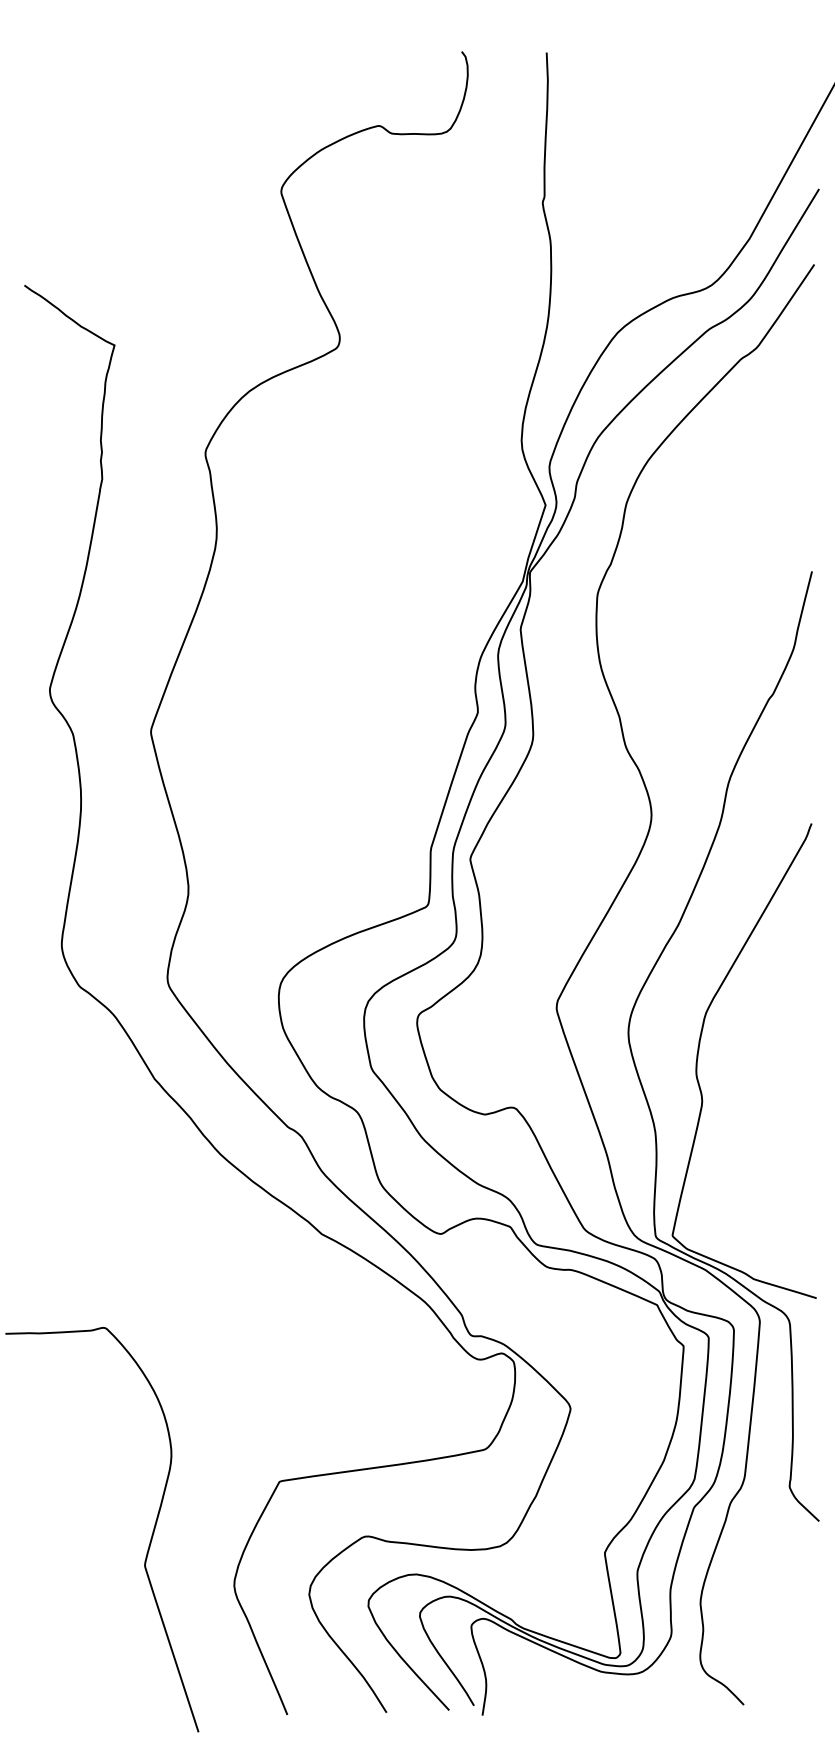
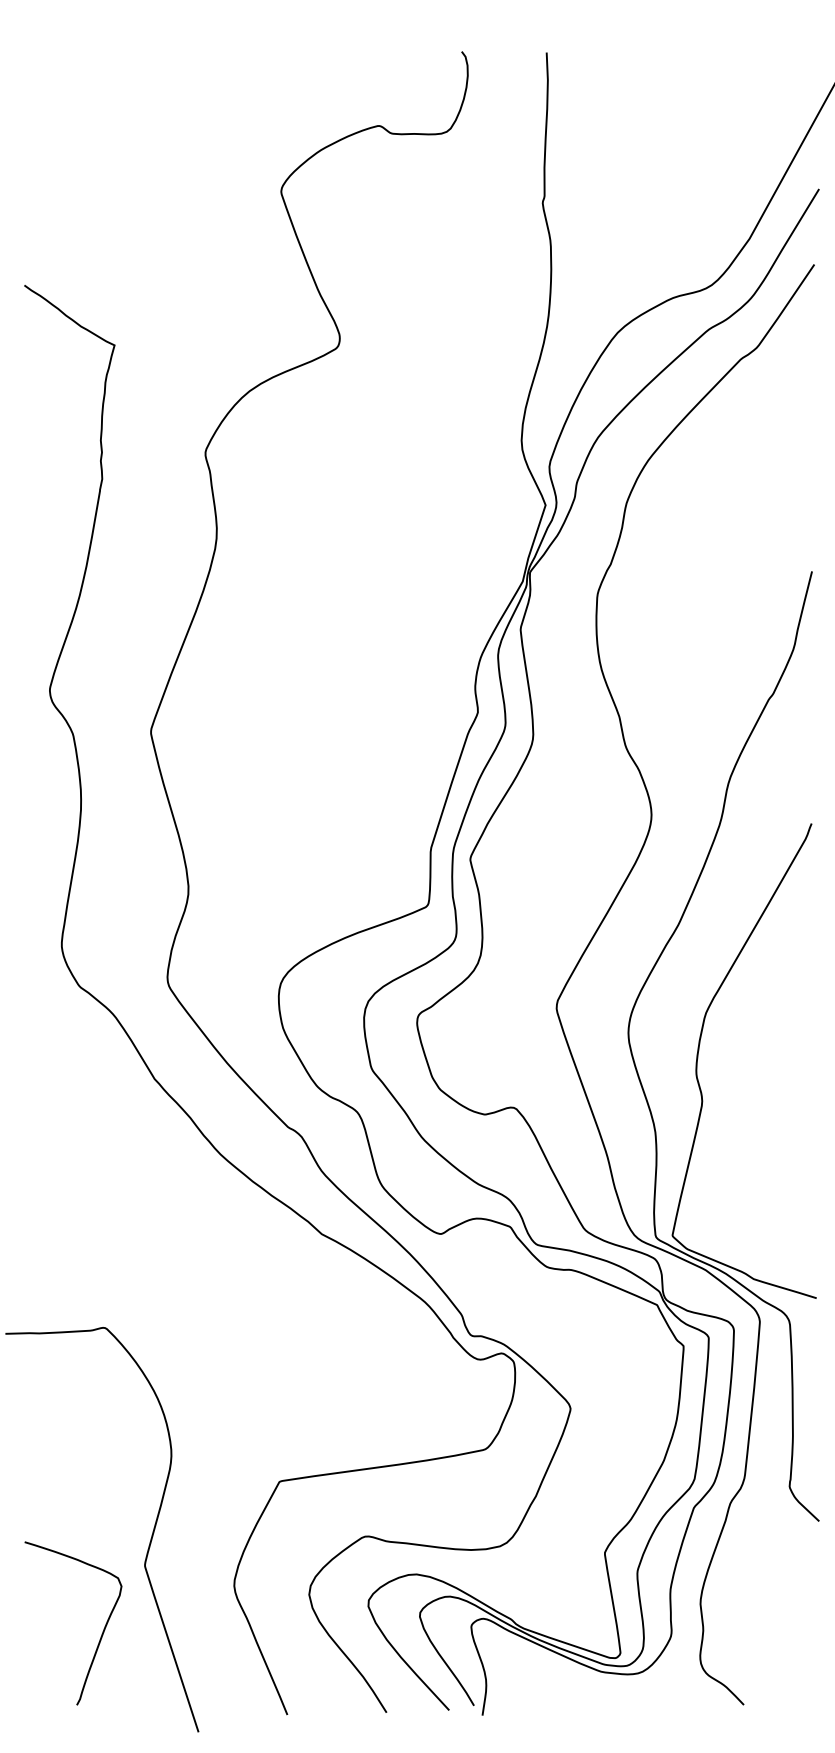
curve at (100, 1636): none -> present
